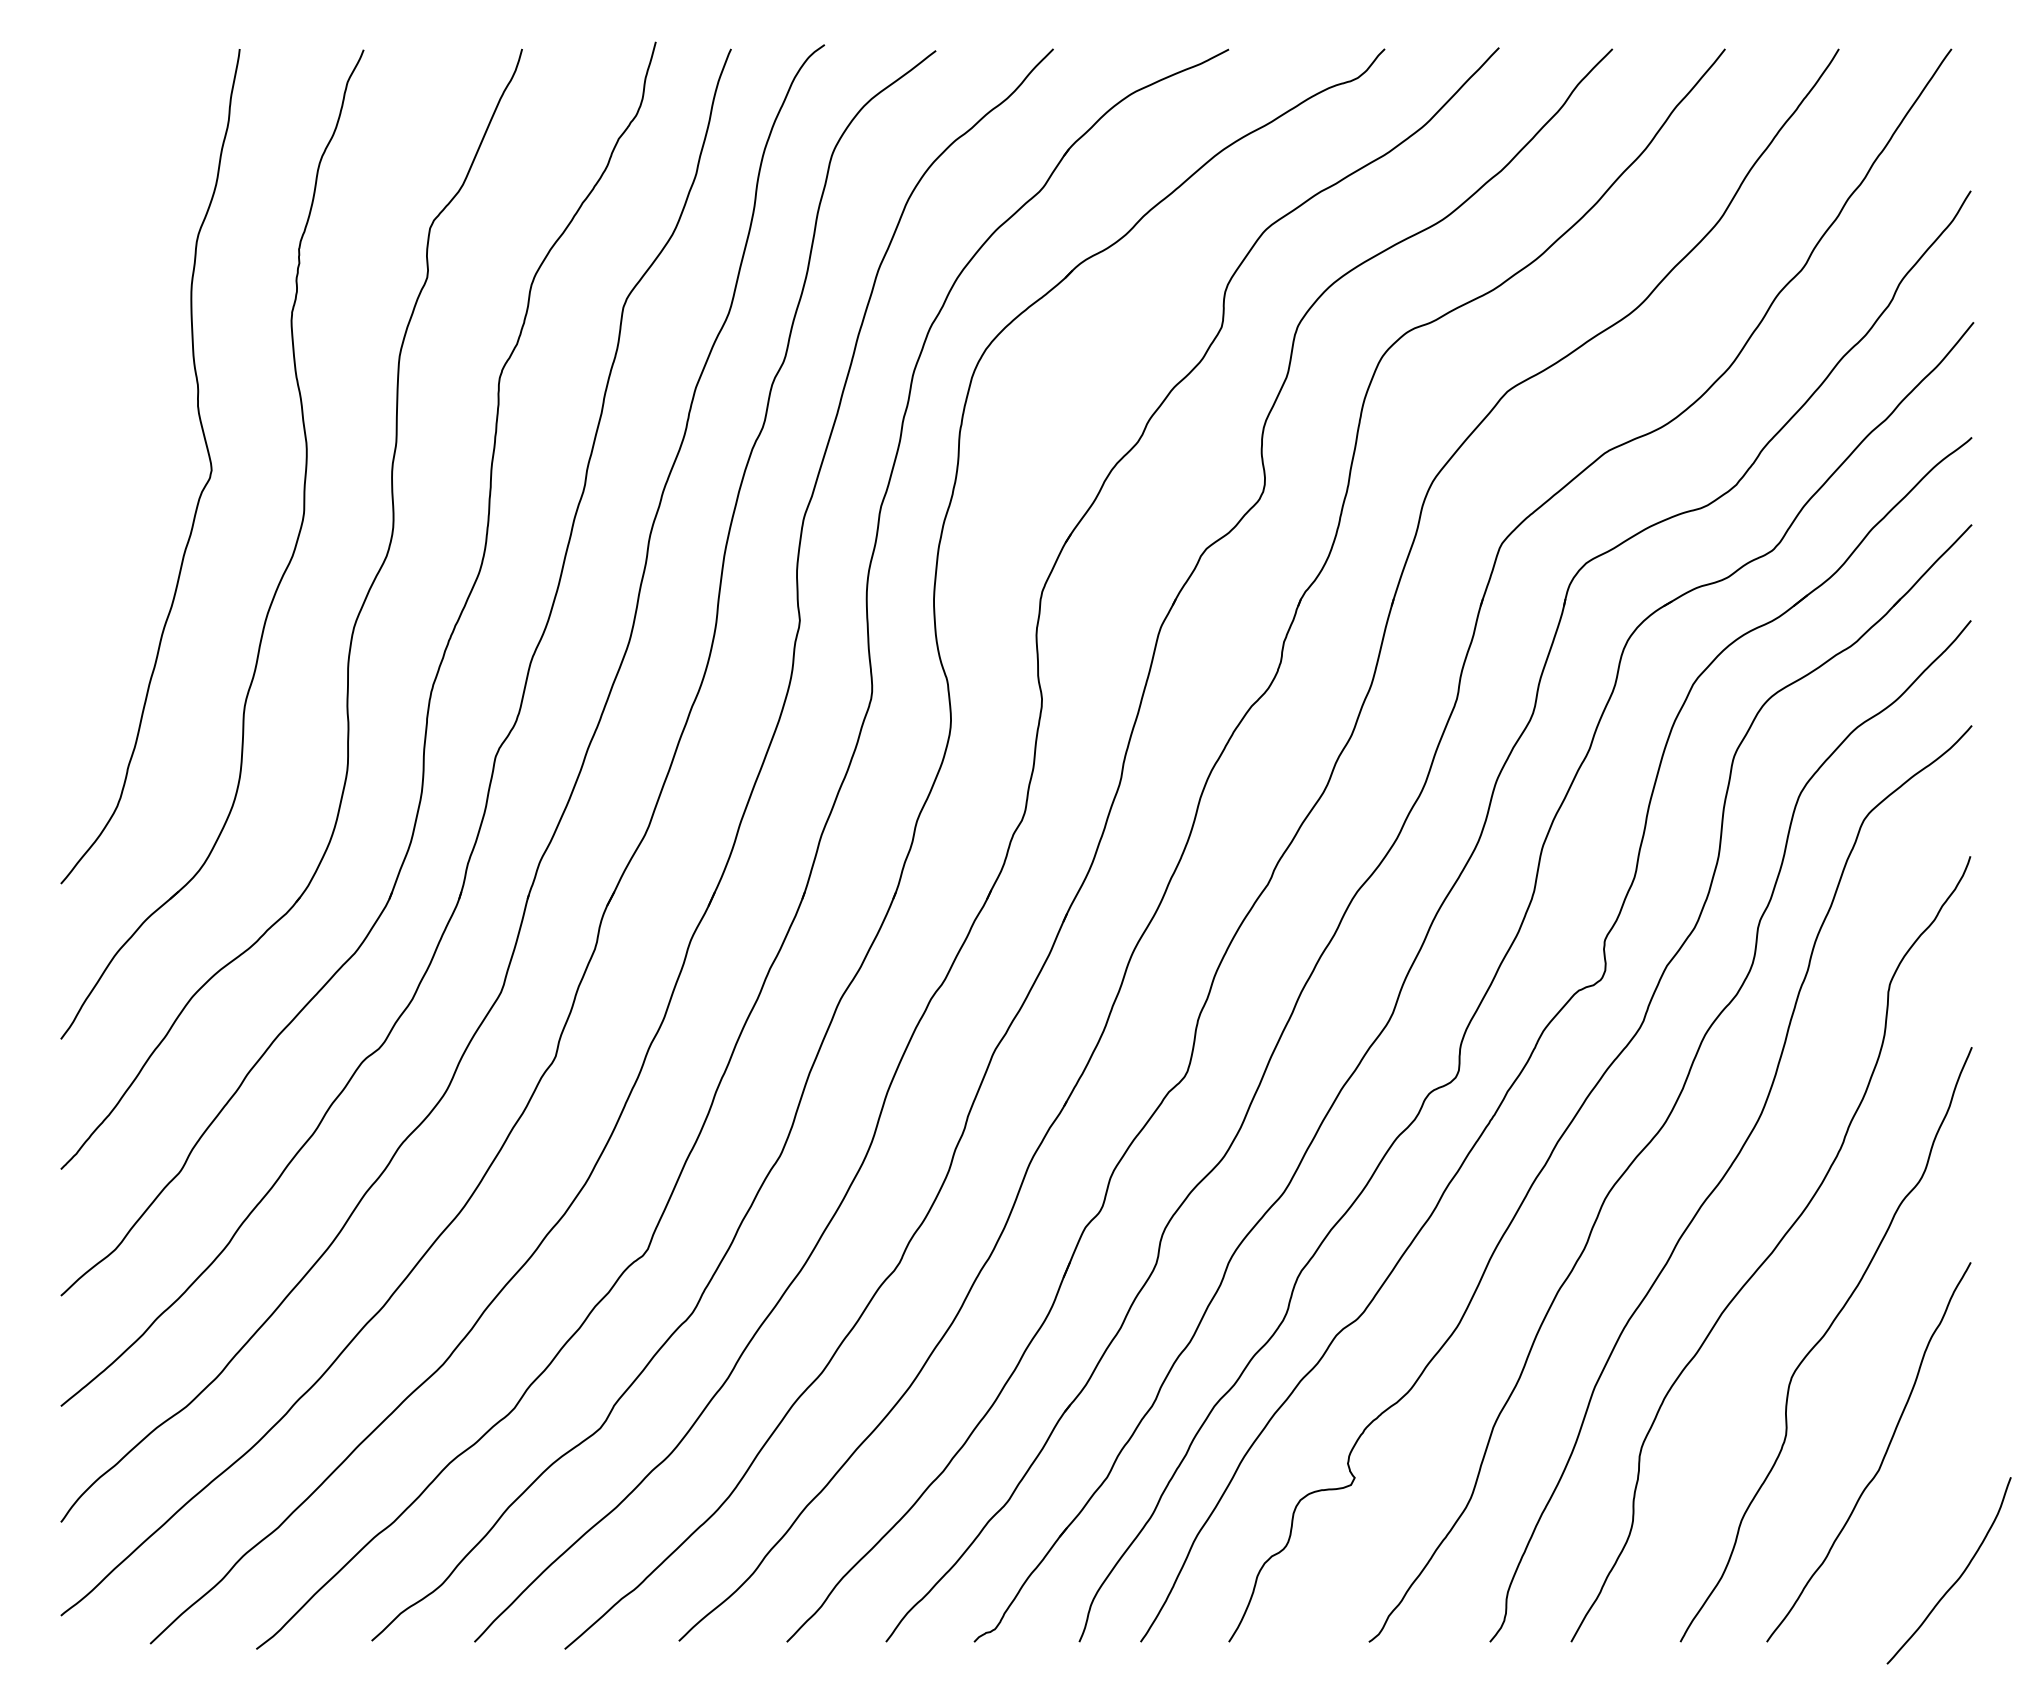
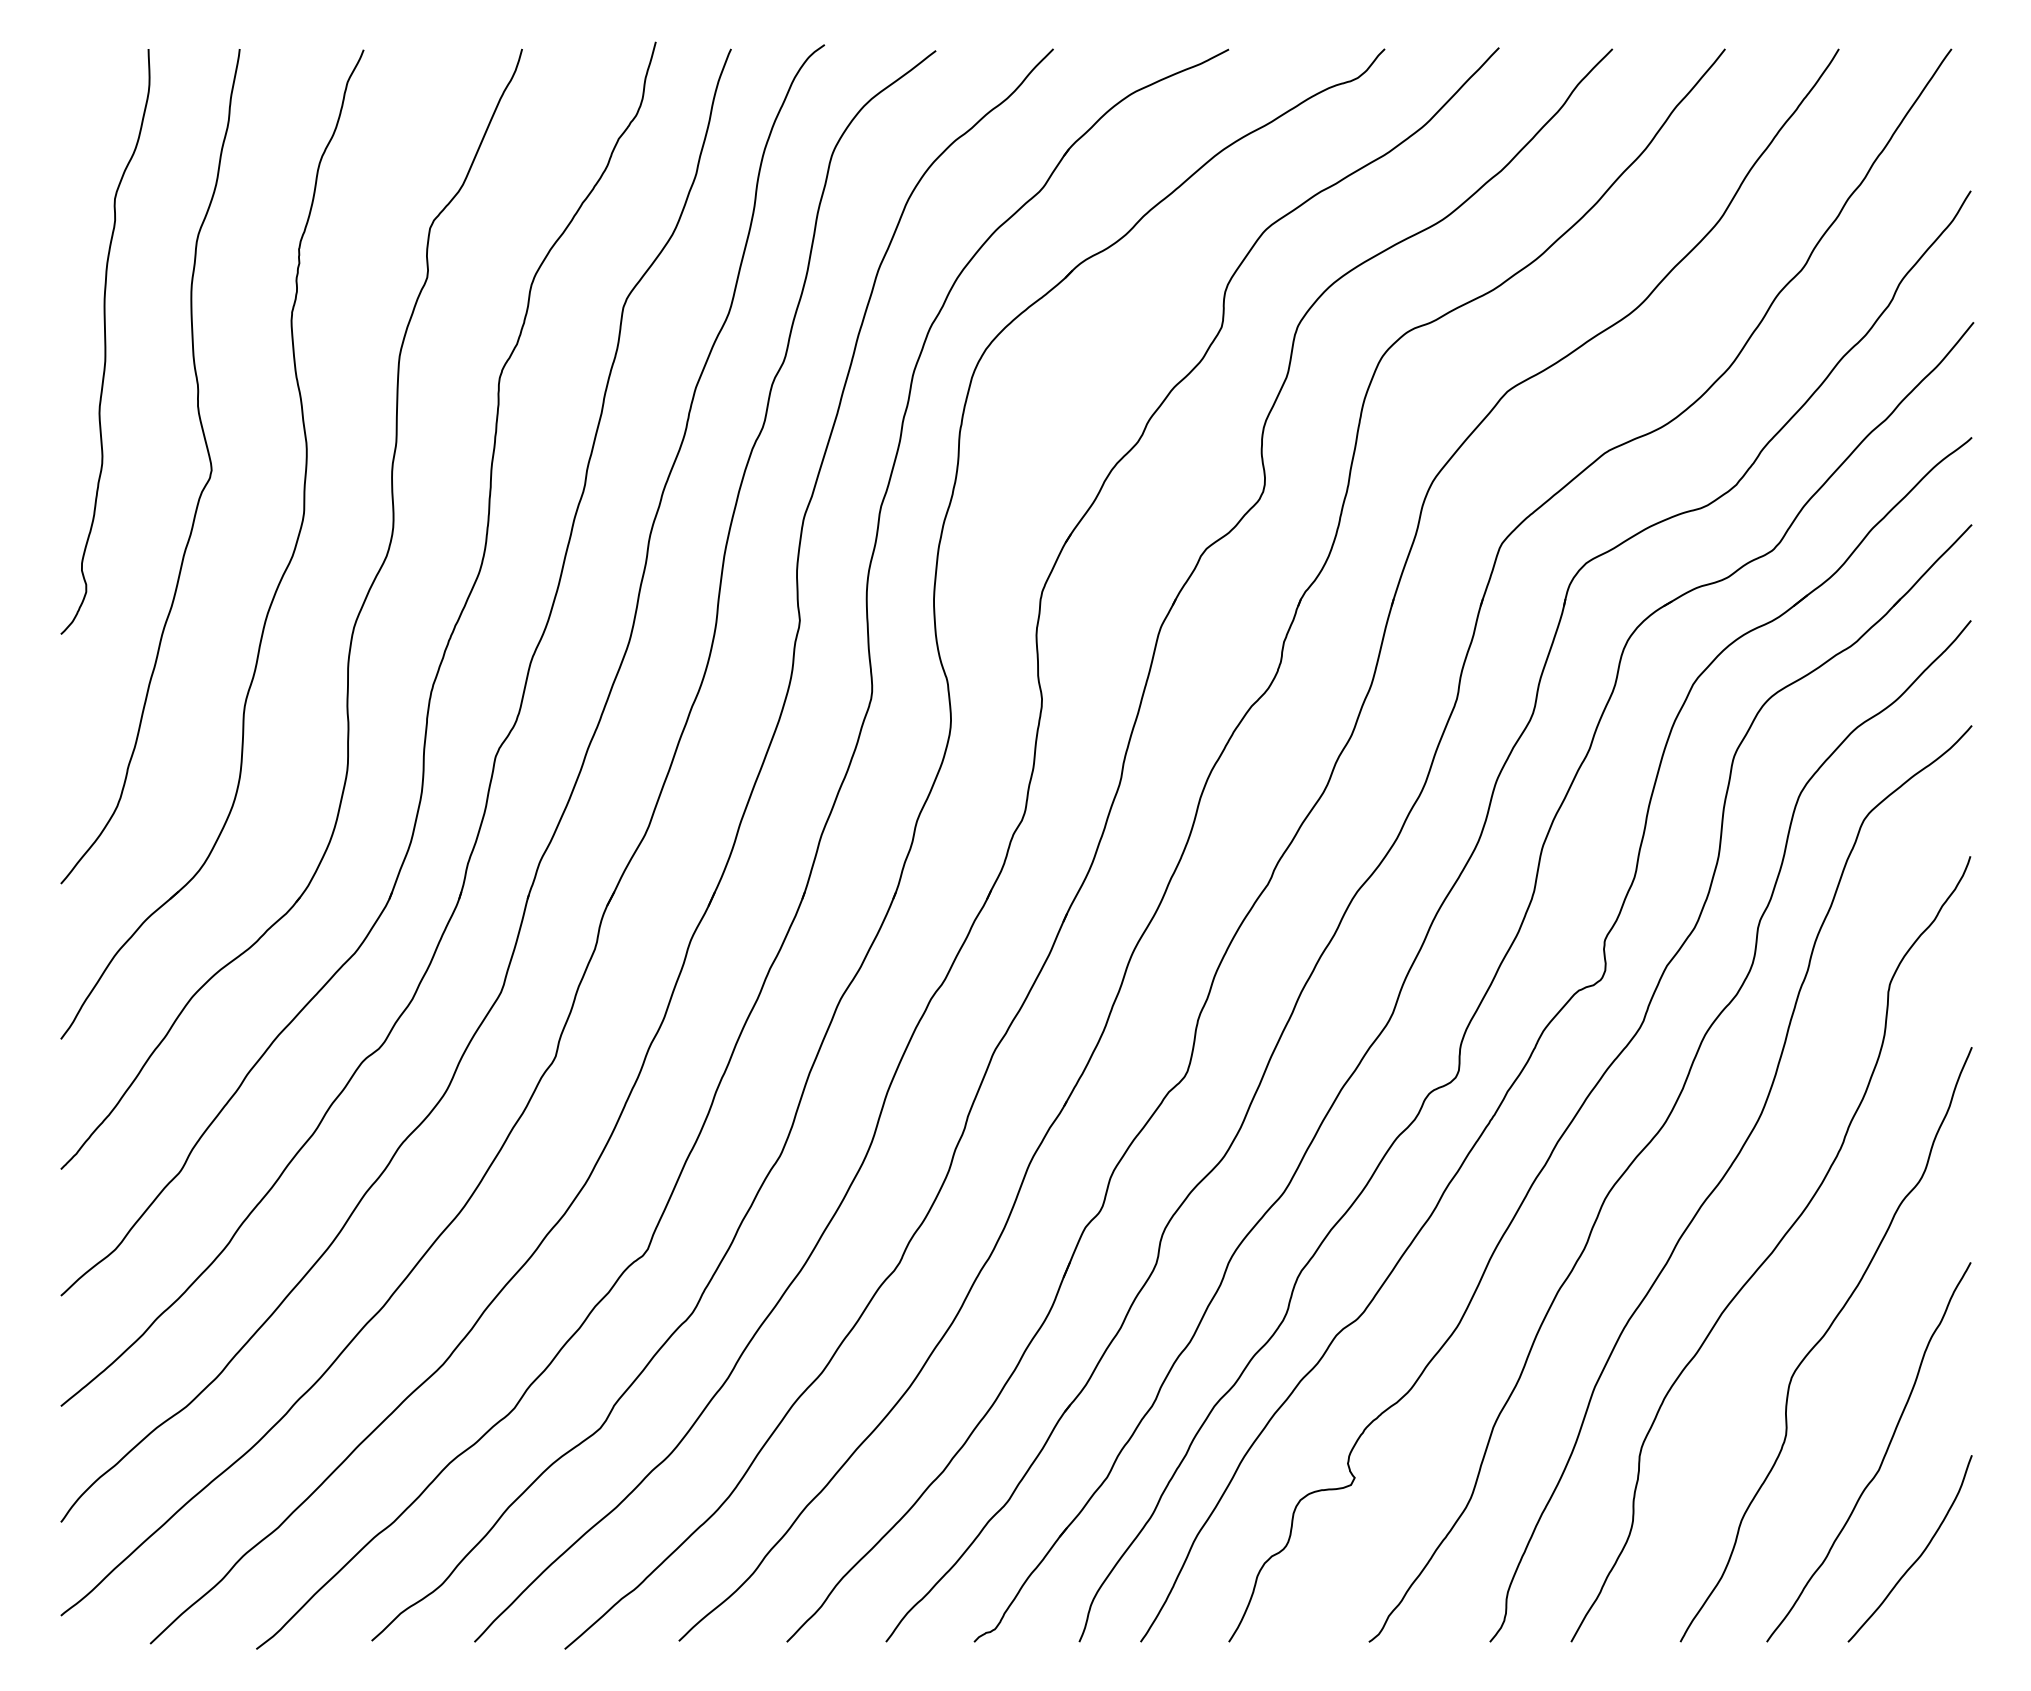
curve at (105, 341): none -> present
curve at (1957, 1578) position: (1957, 1578) -> (1918, 1556)
